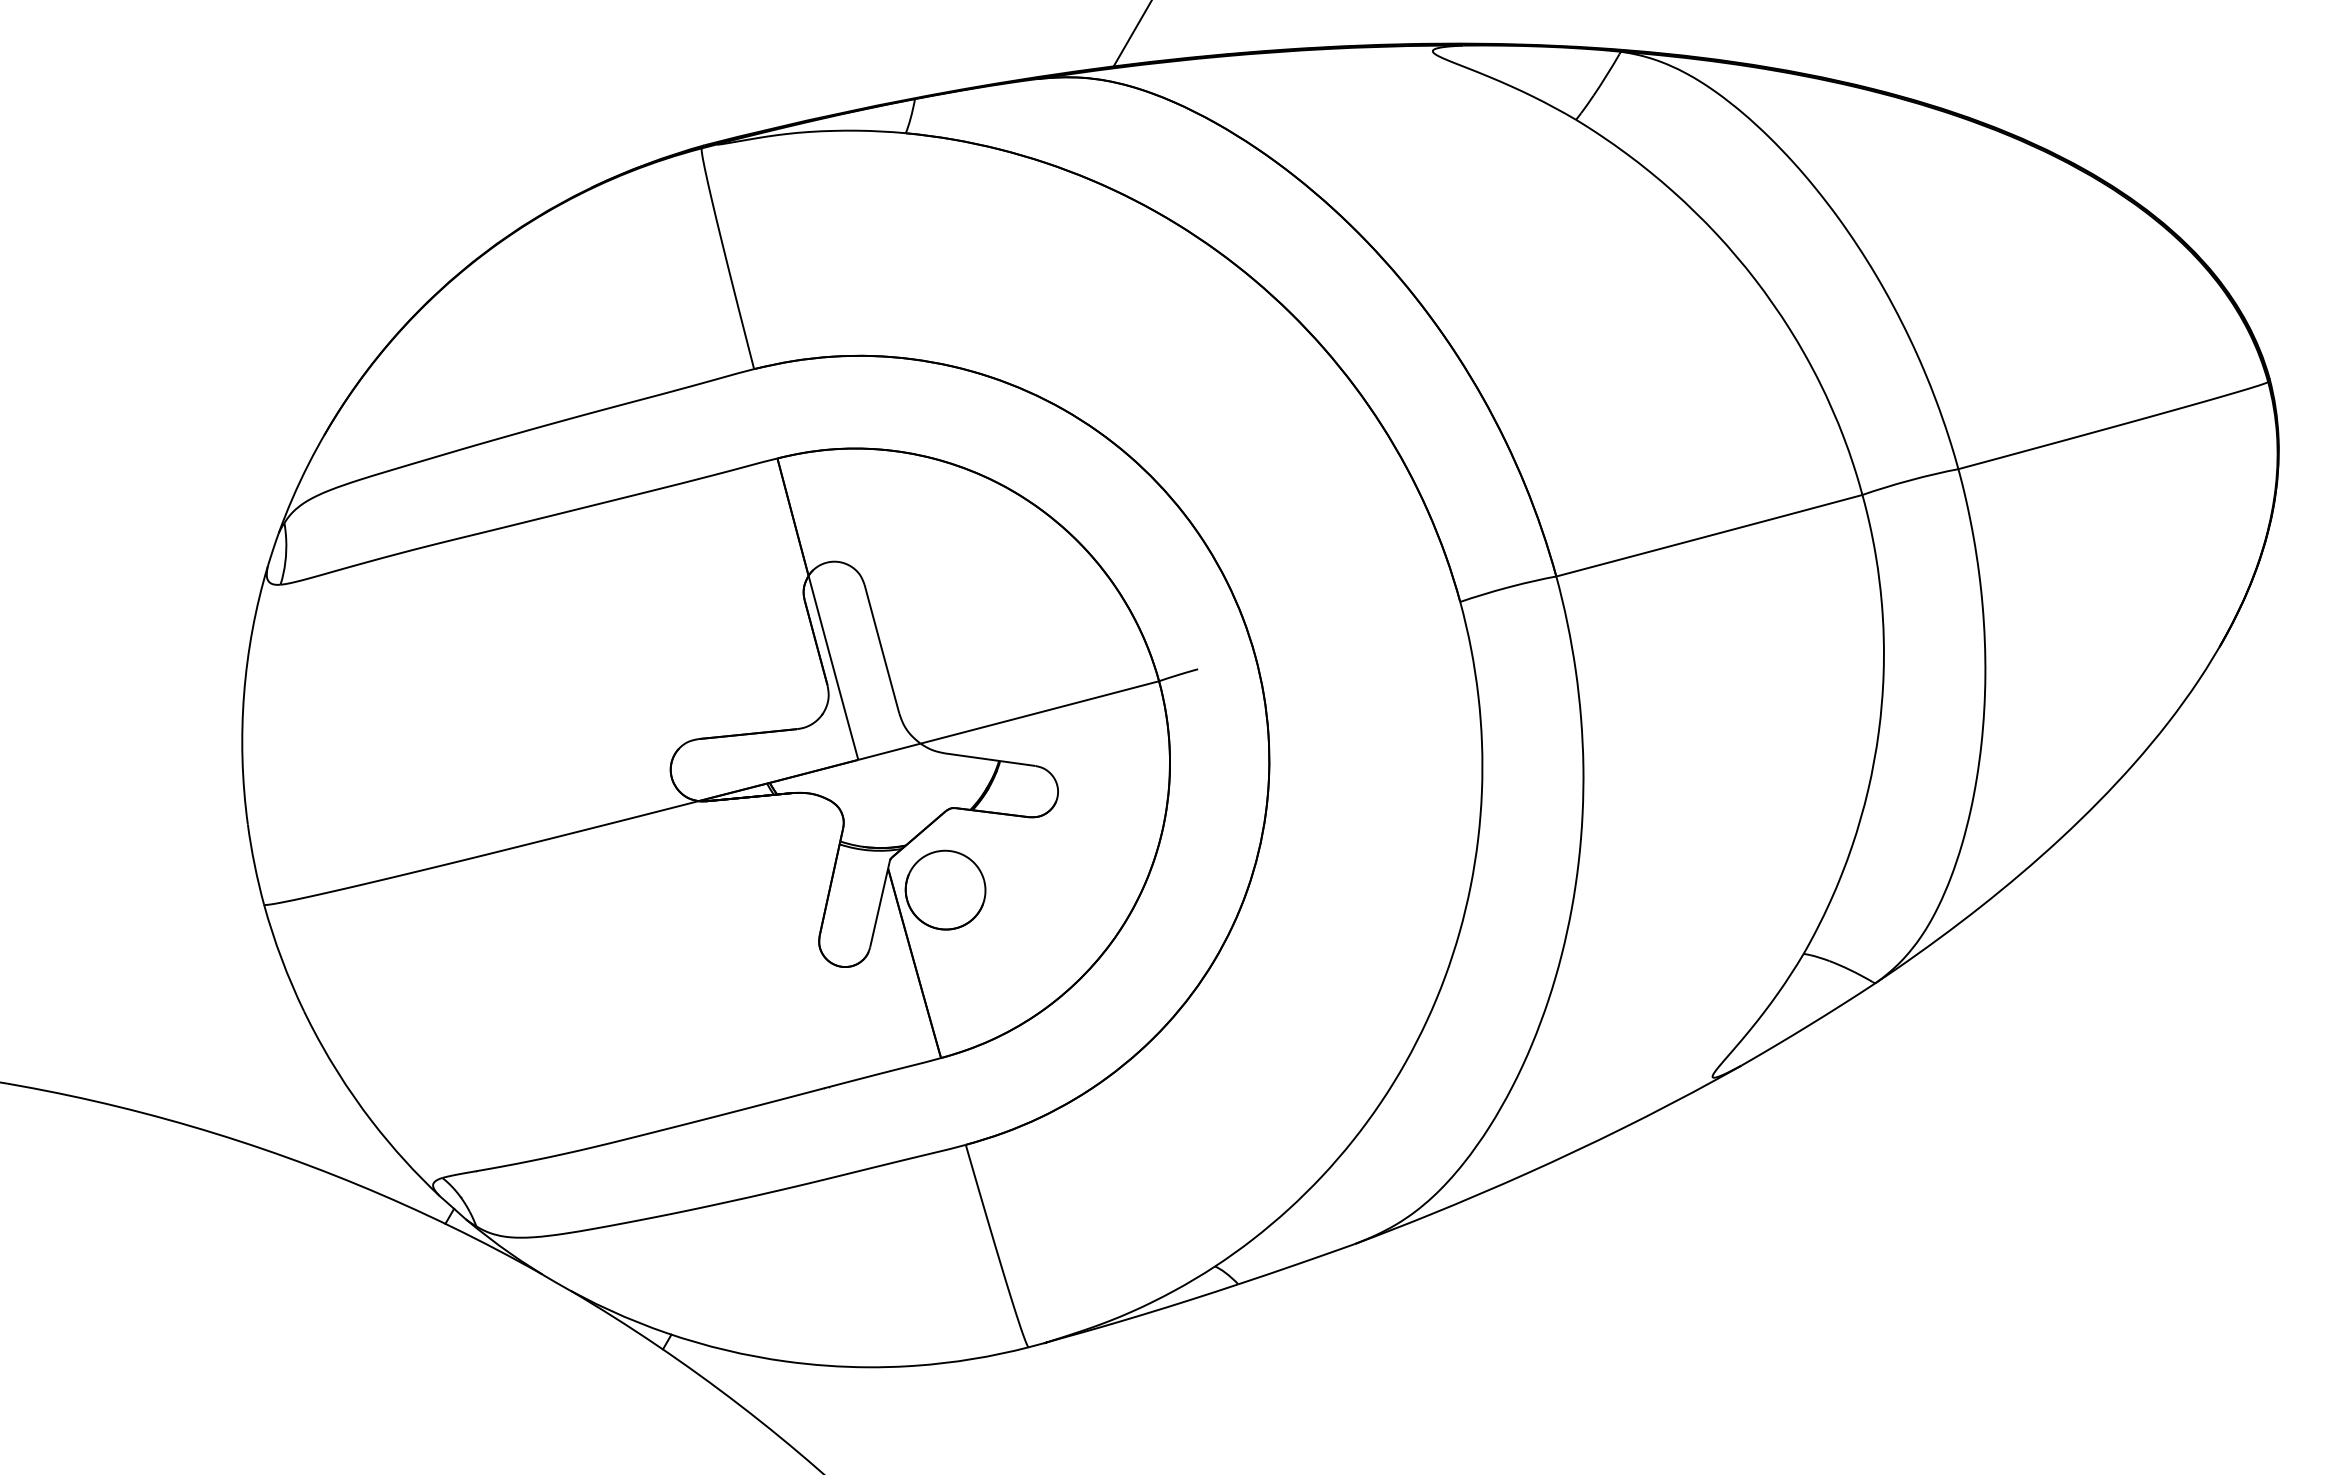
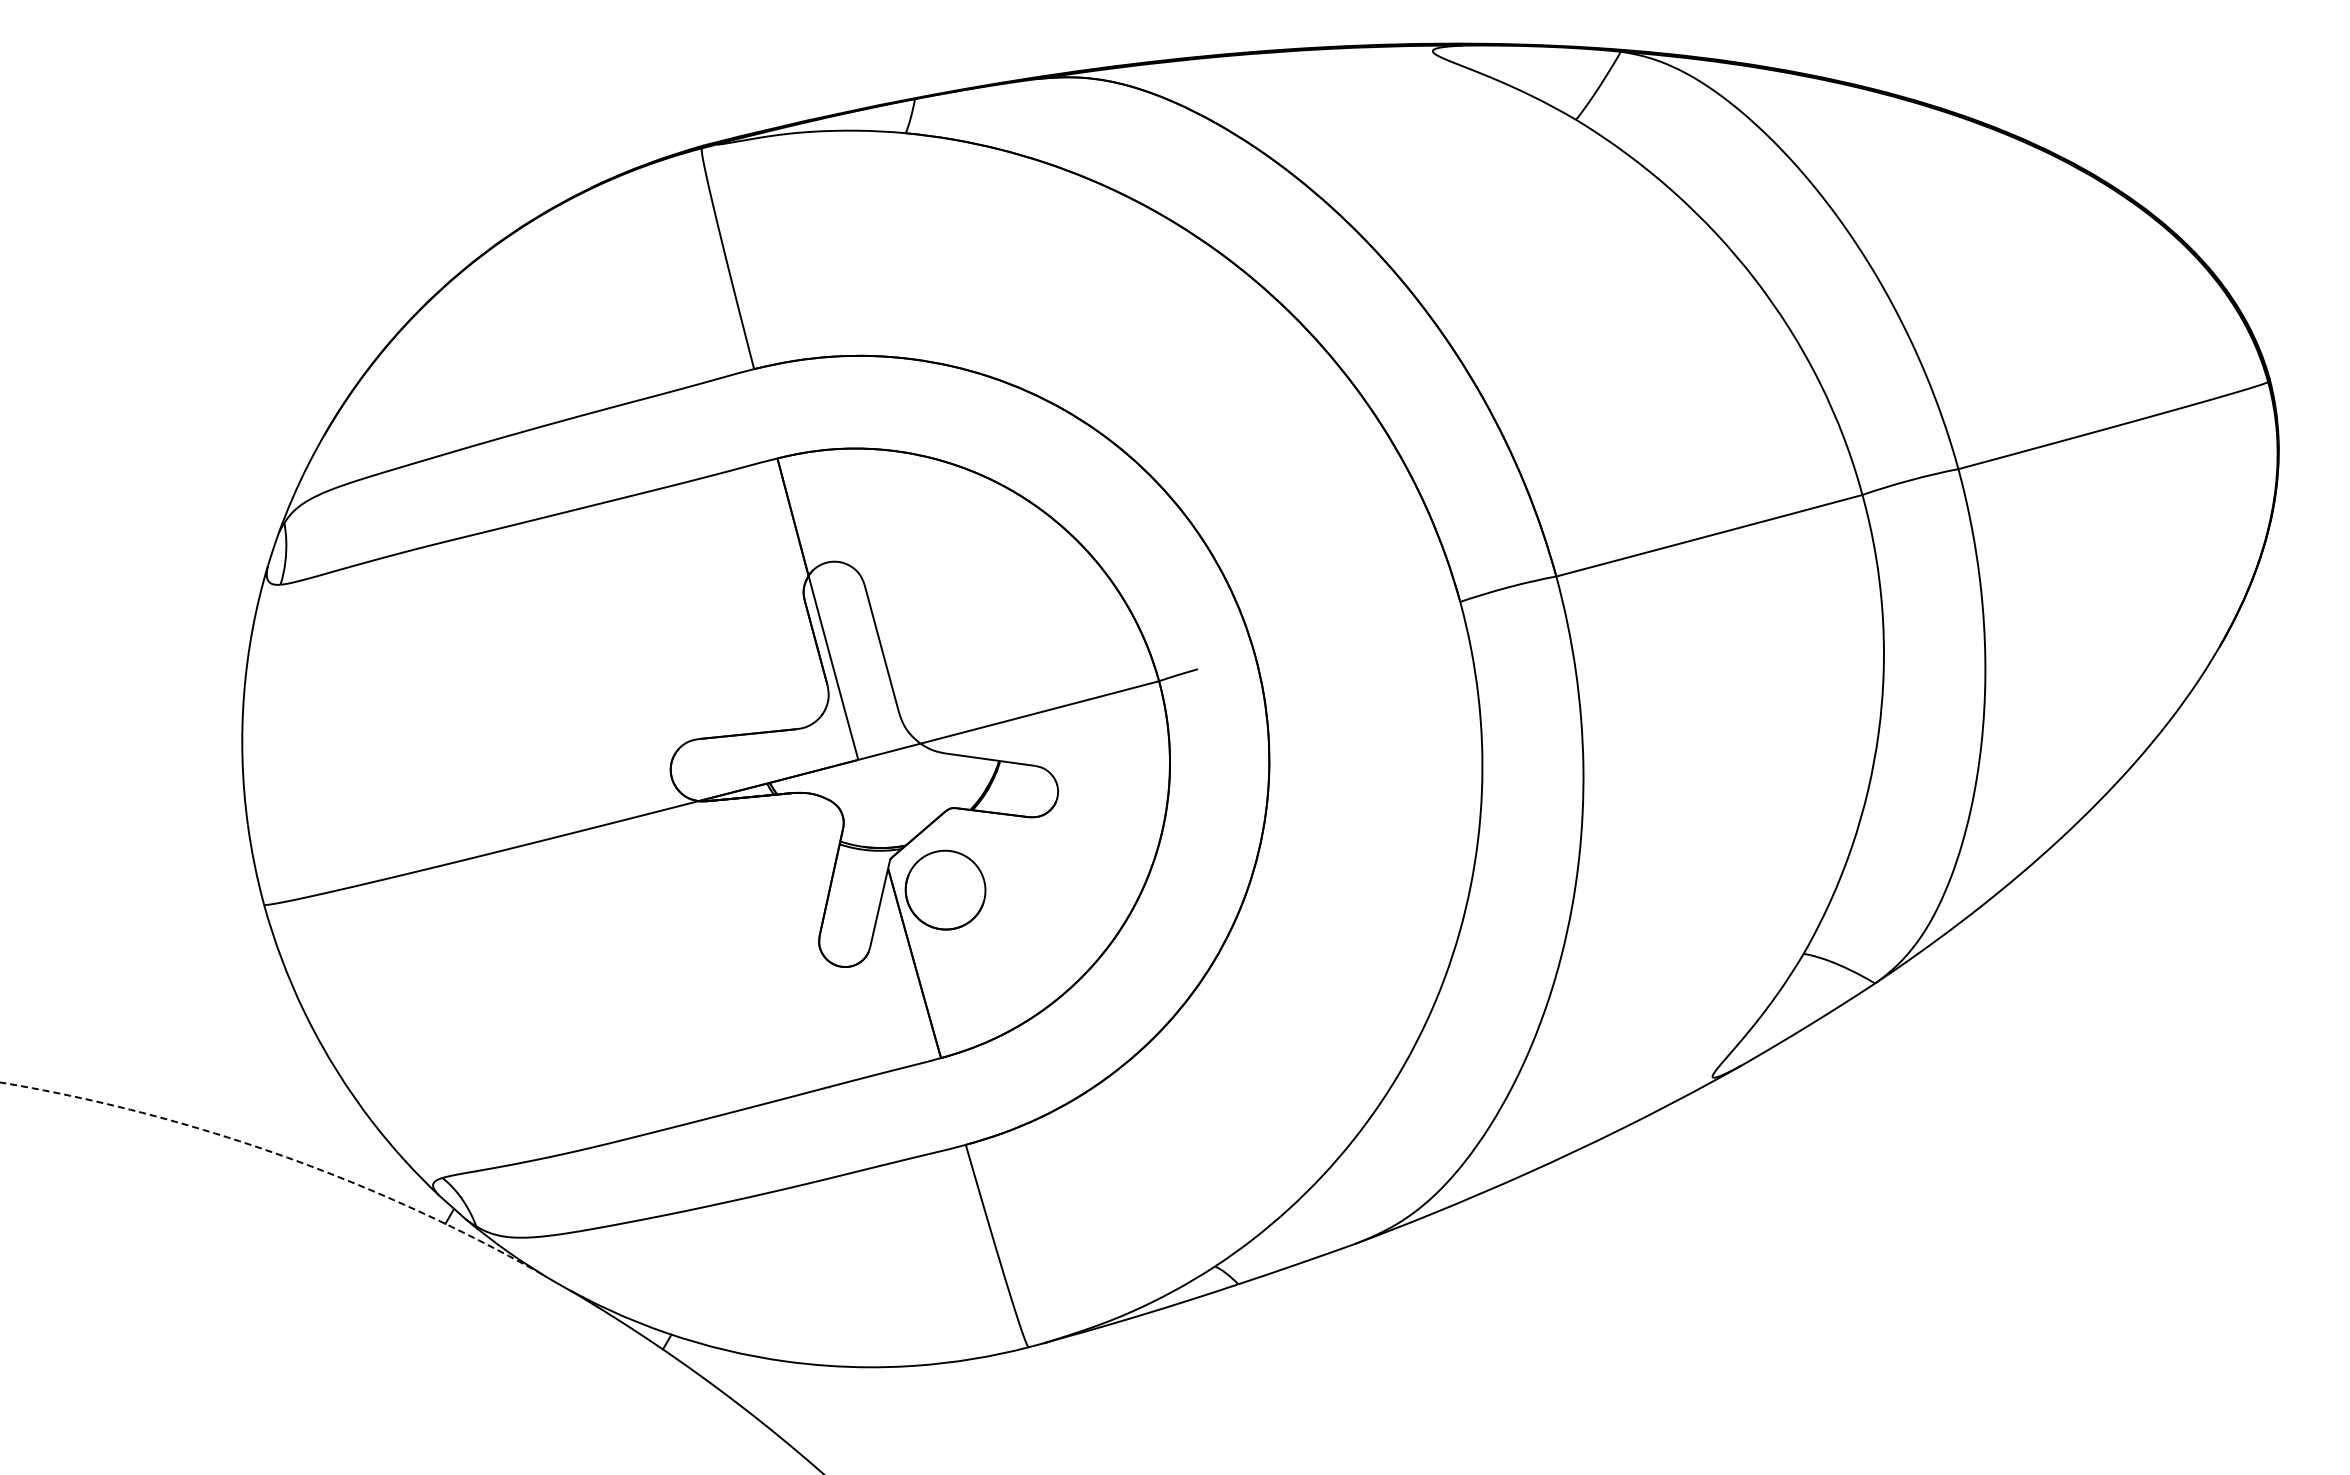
line at (1131, 34): present -> none
arc at (278, 1154): solid -> dashed
